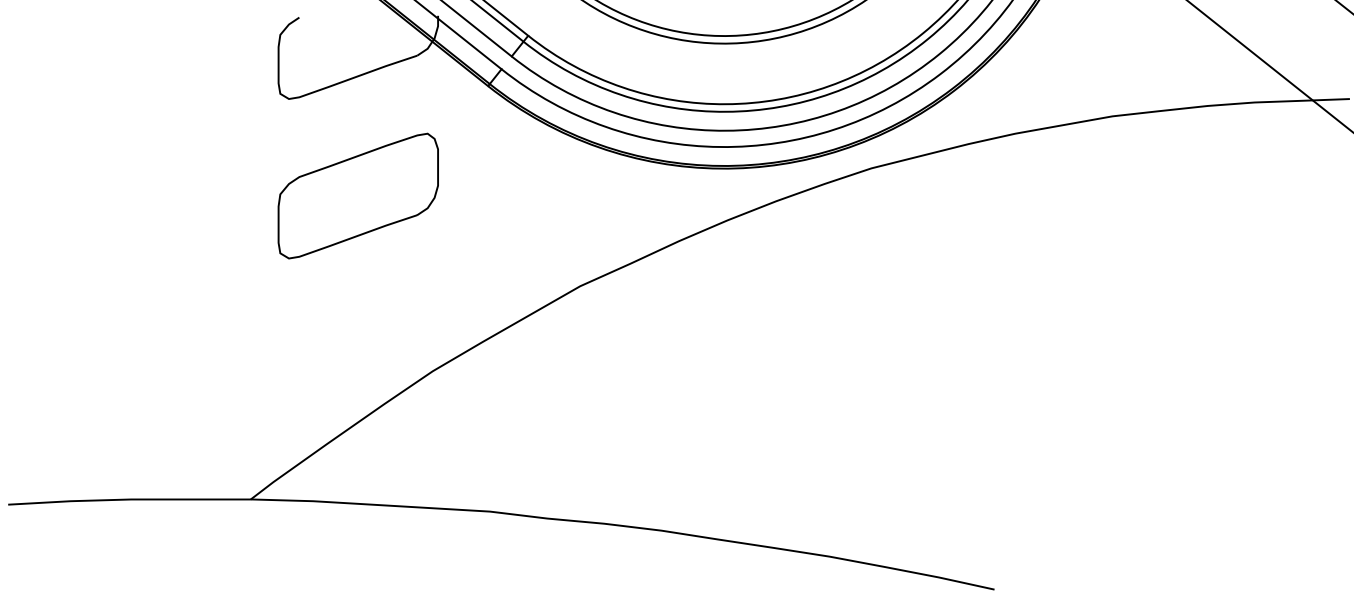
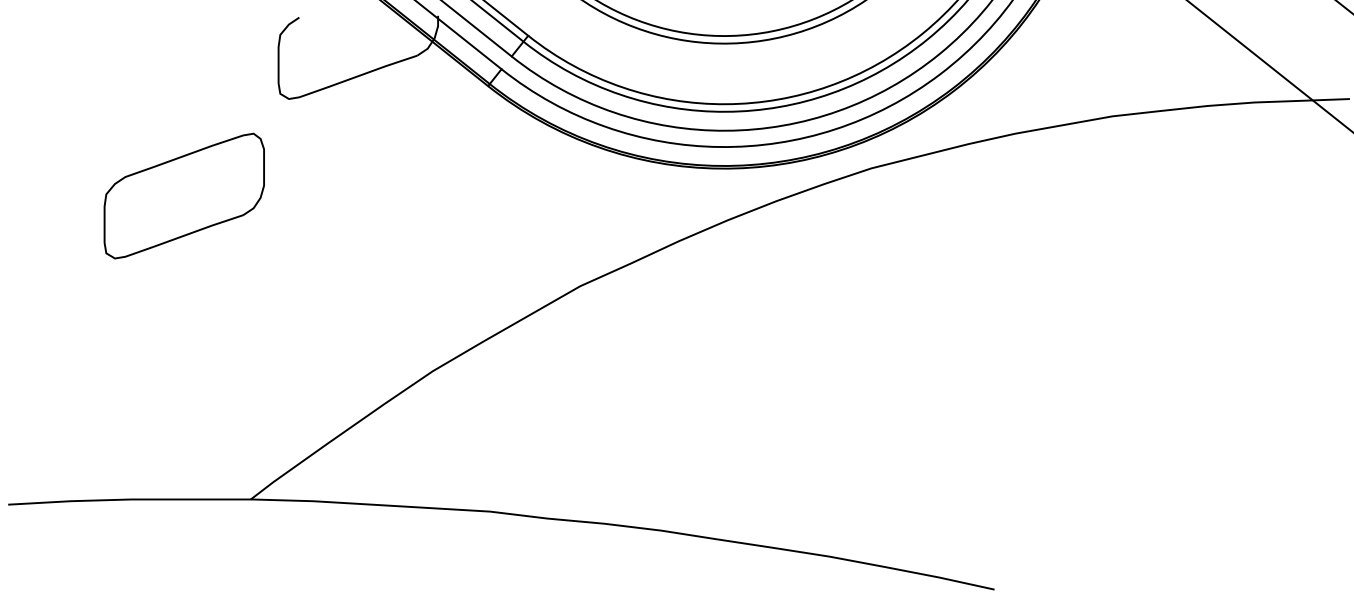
part at (357, 195) position: (357, 195) -> (183, 195)
